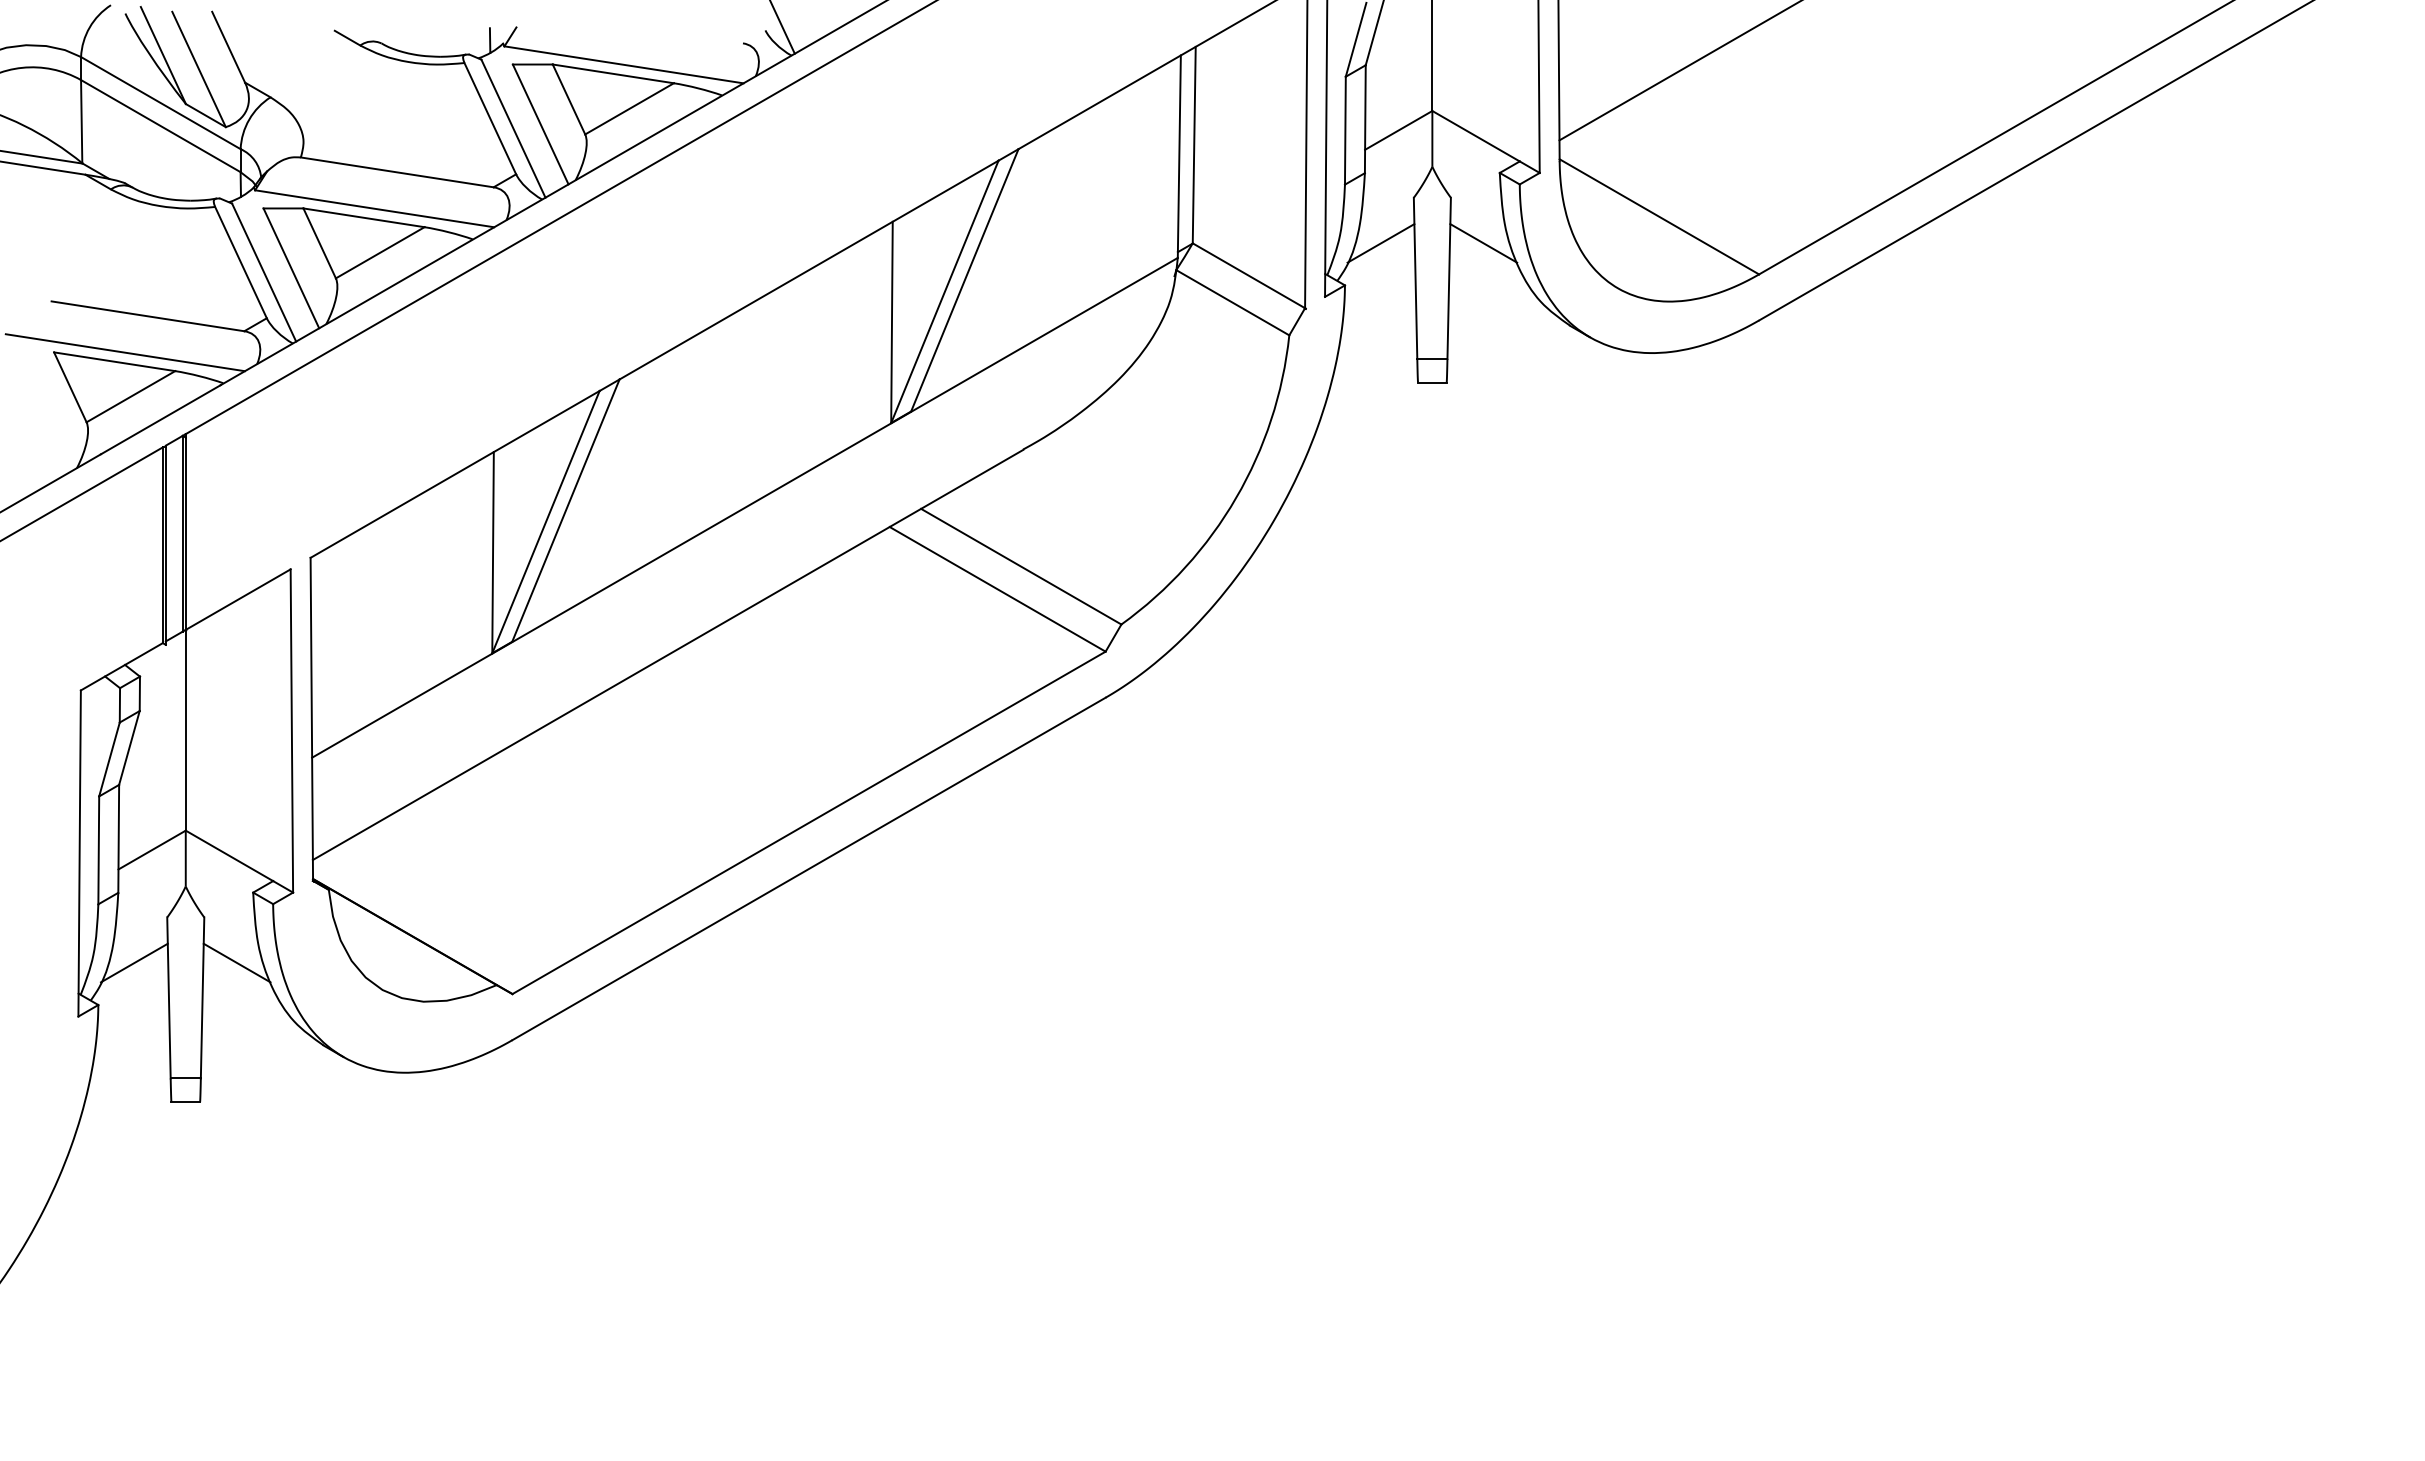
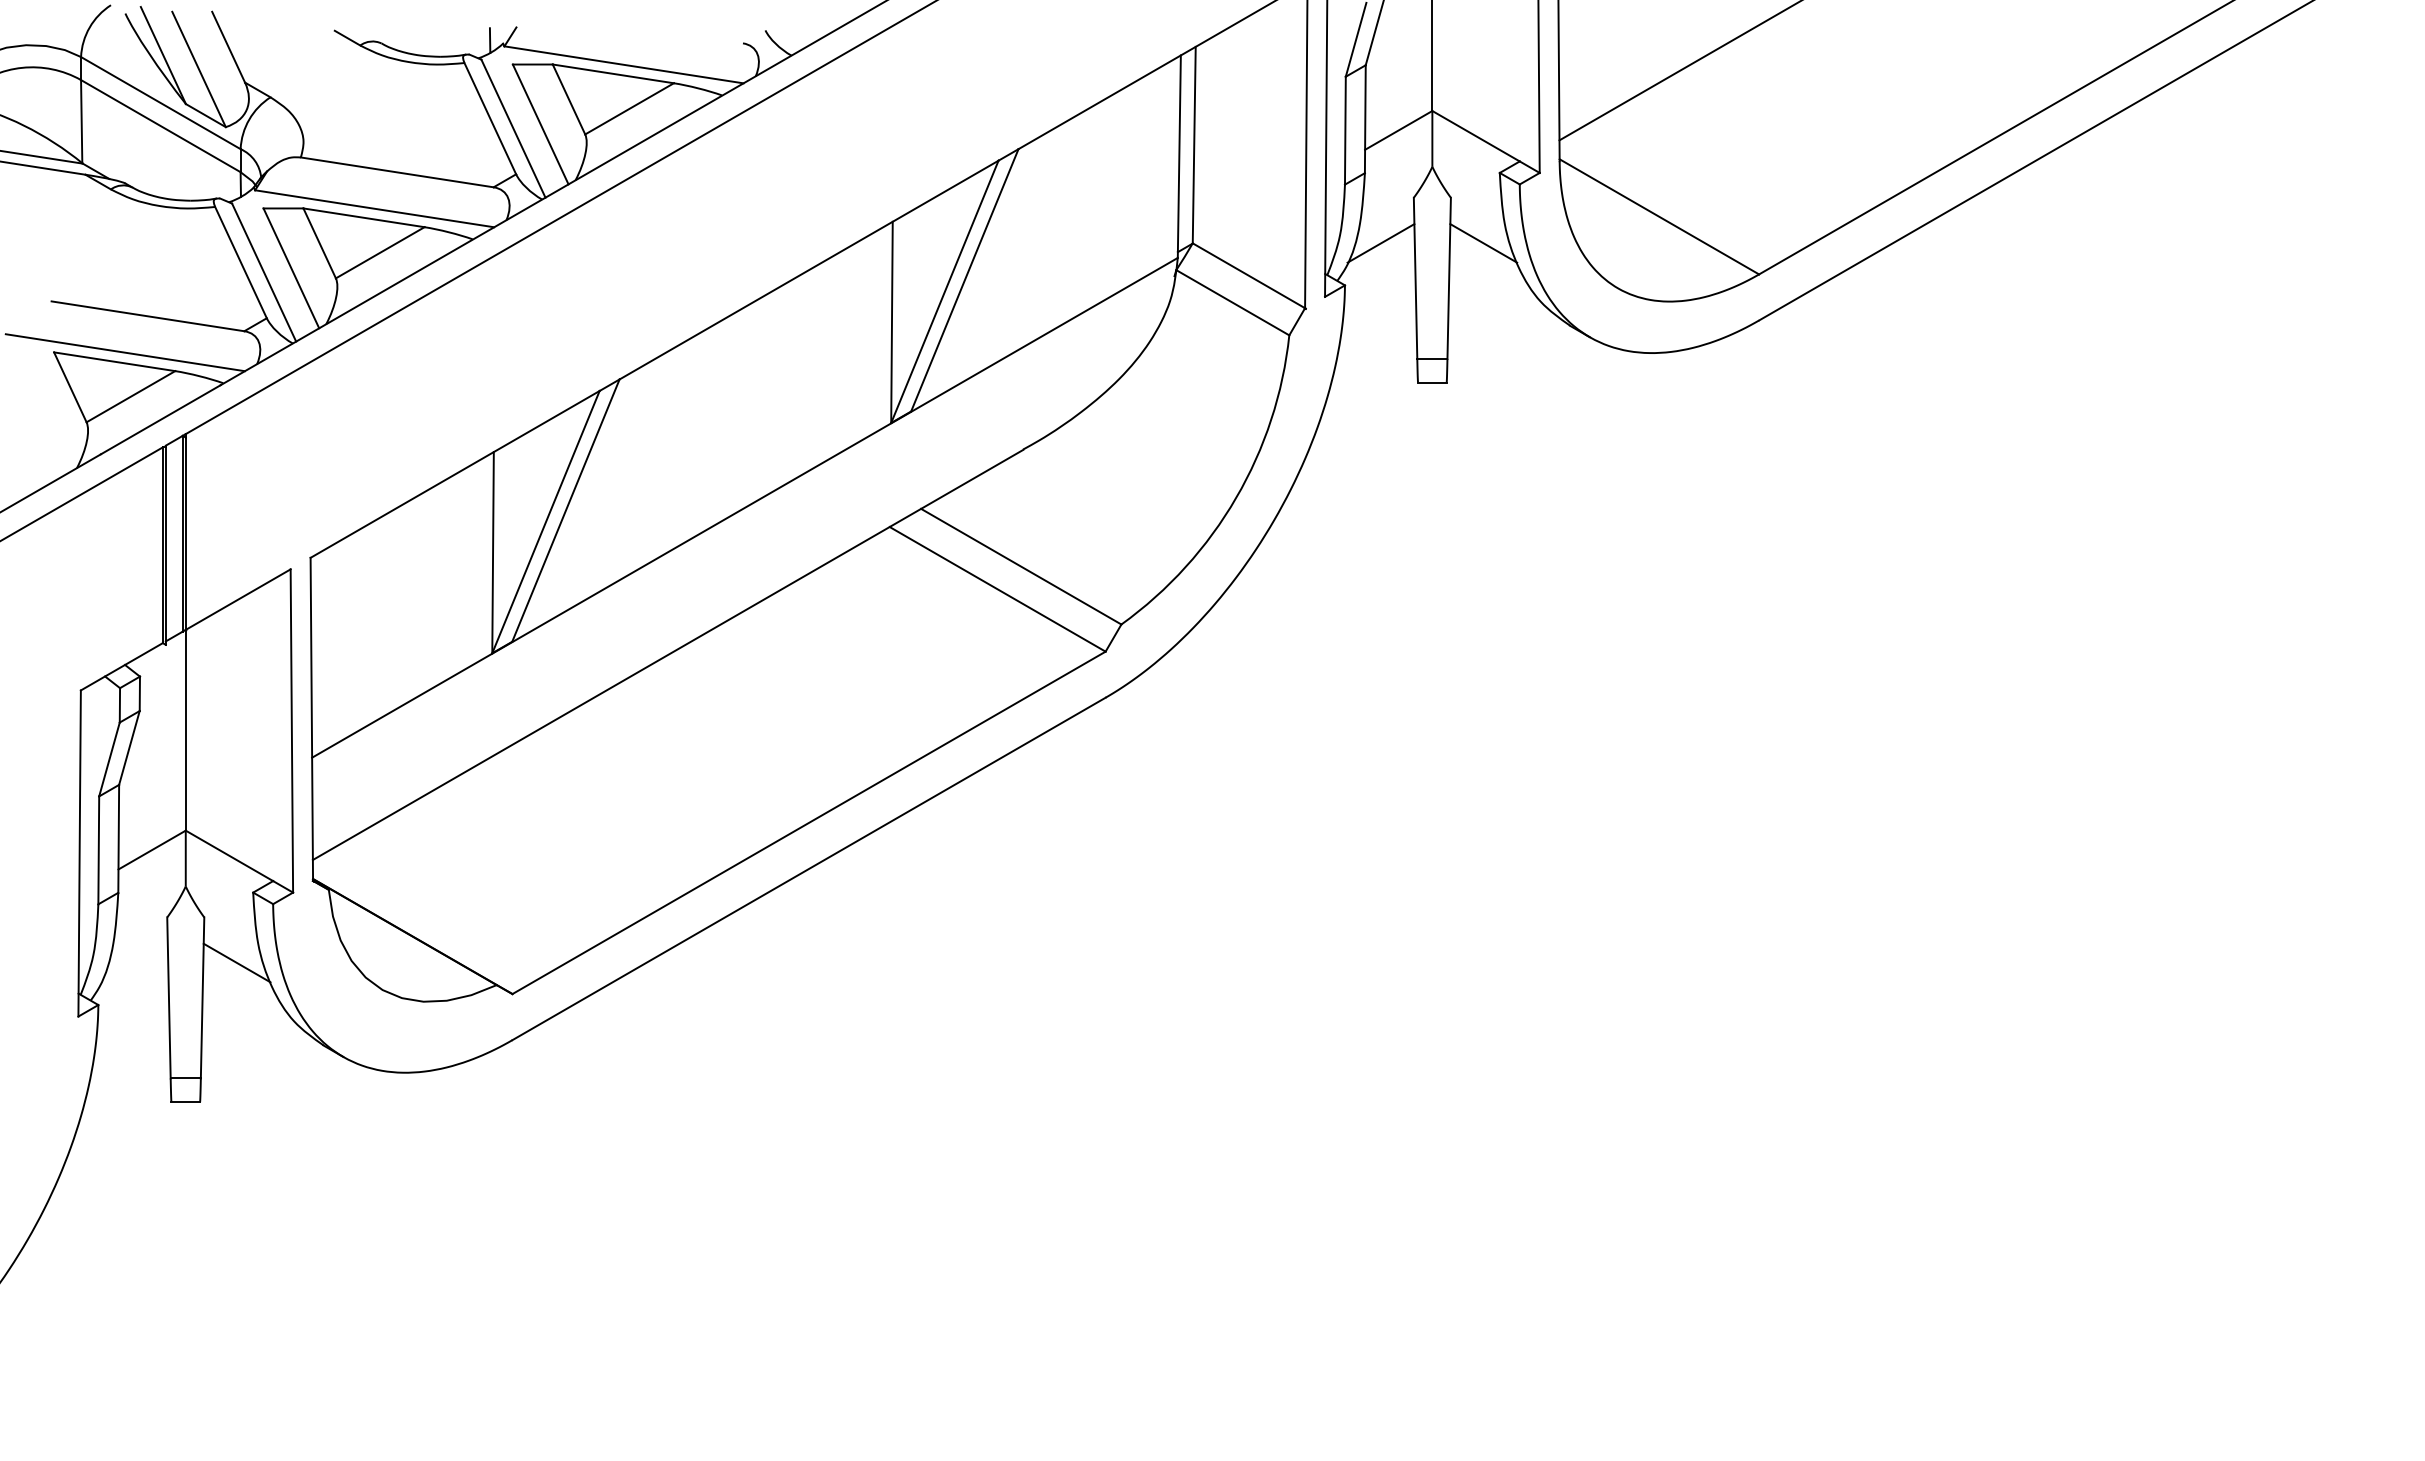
line at (782, 27): present -> none
line at (133, 962): present -> none
